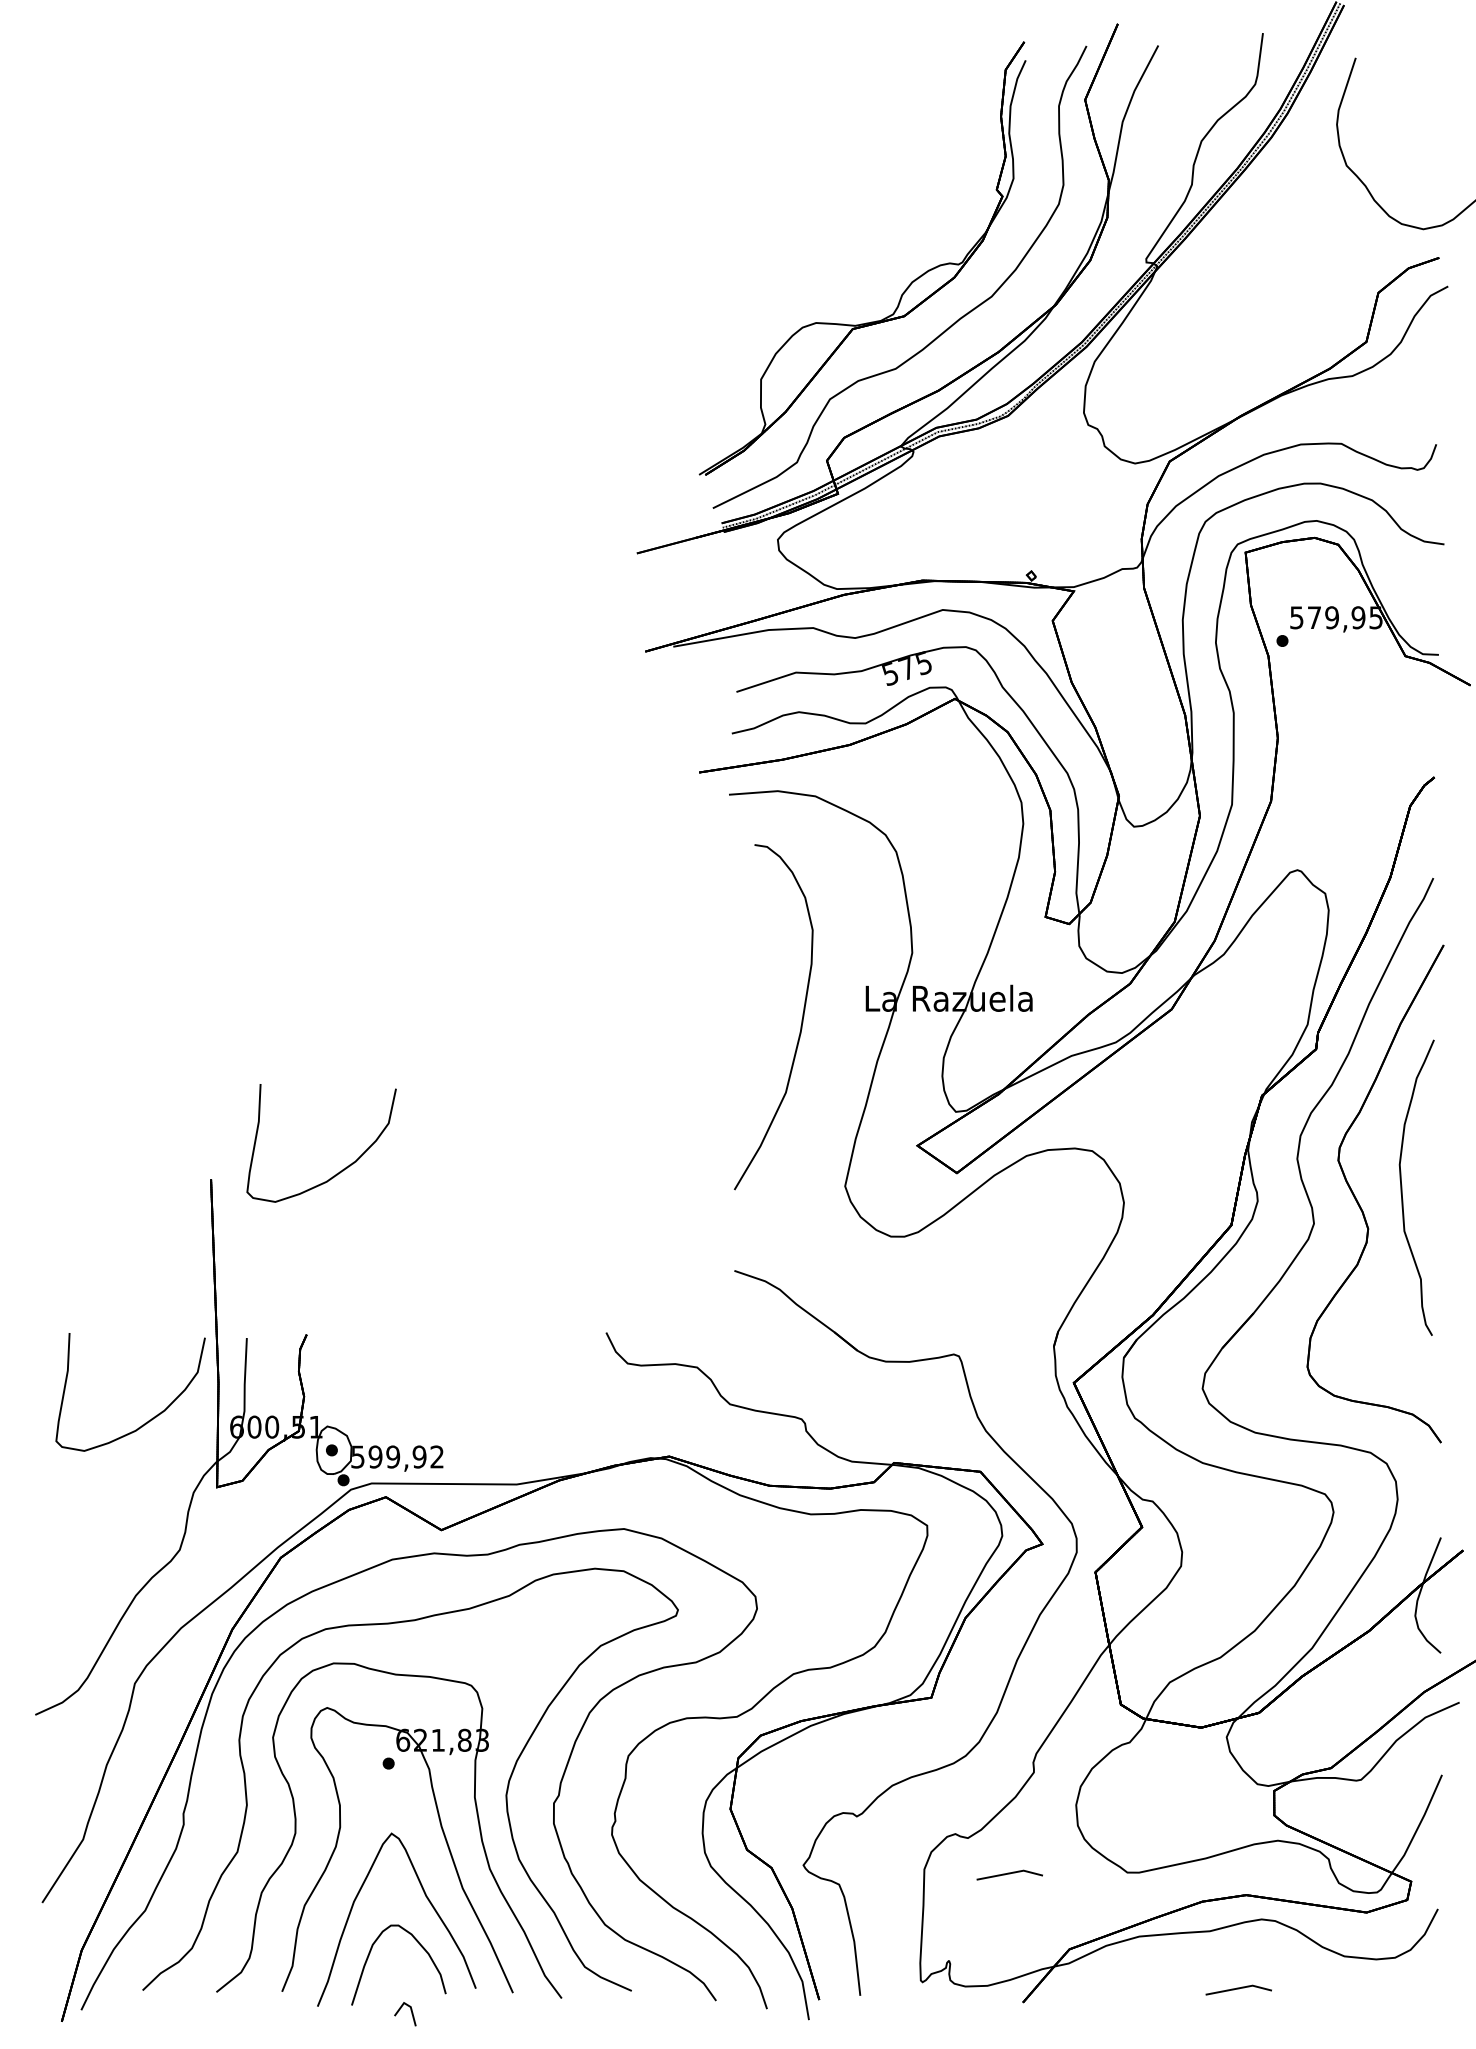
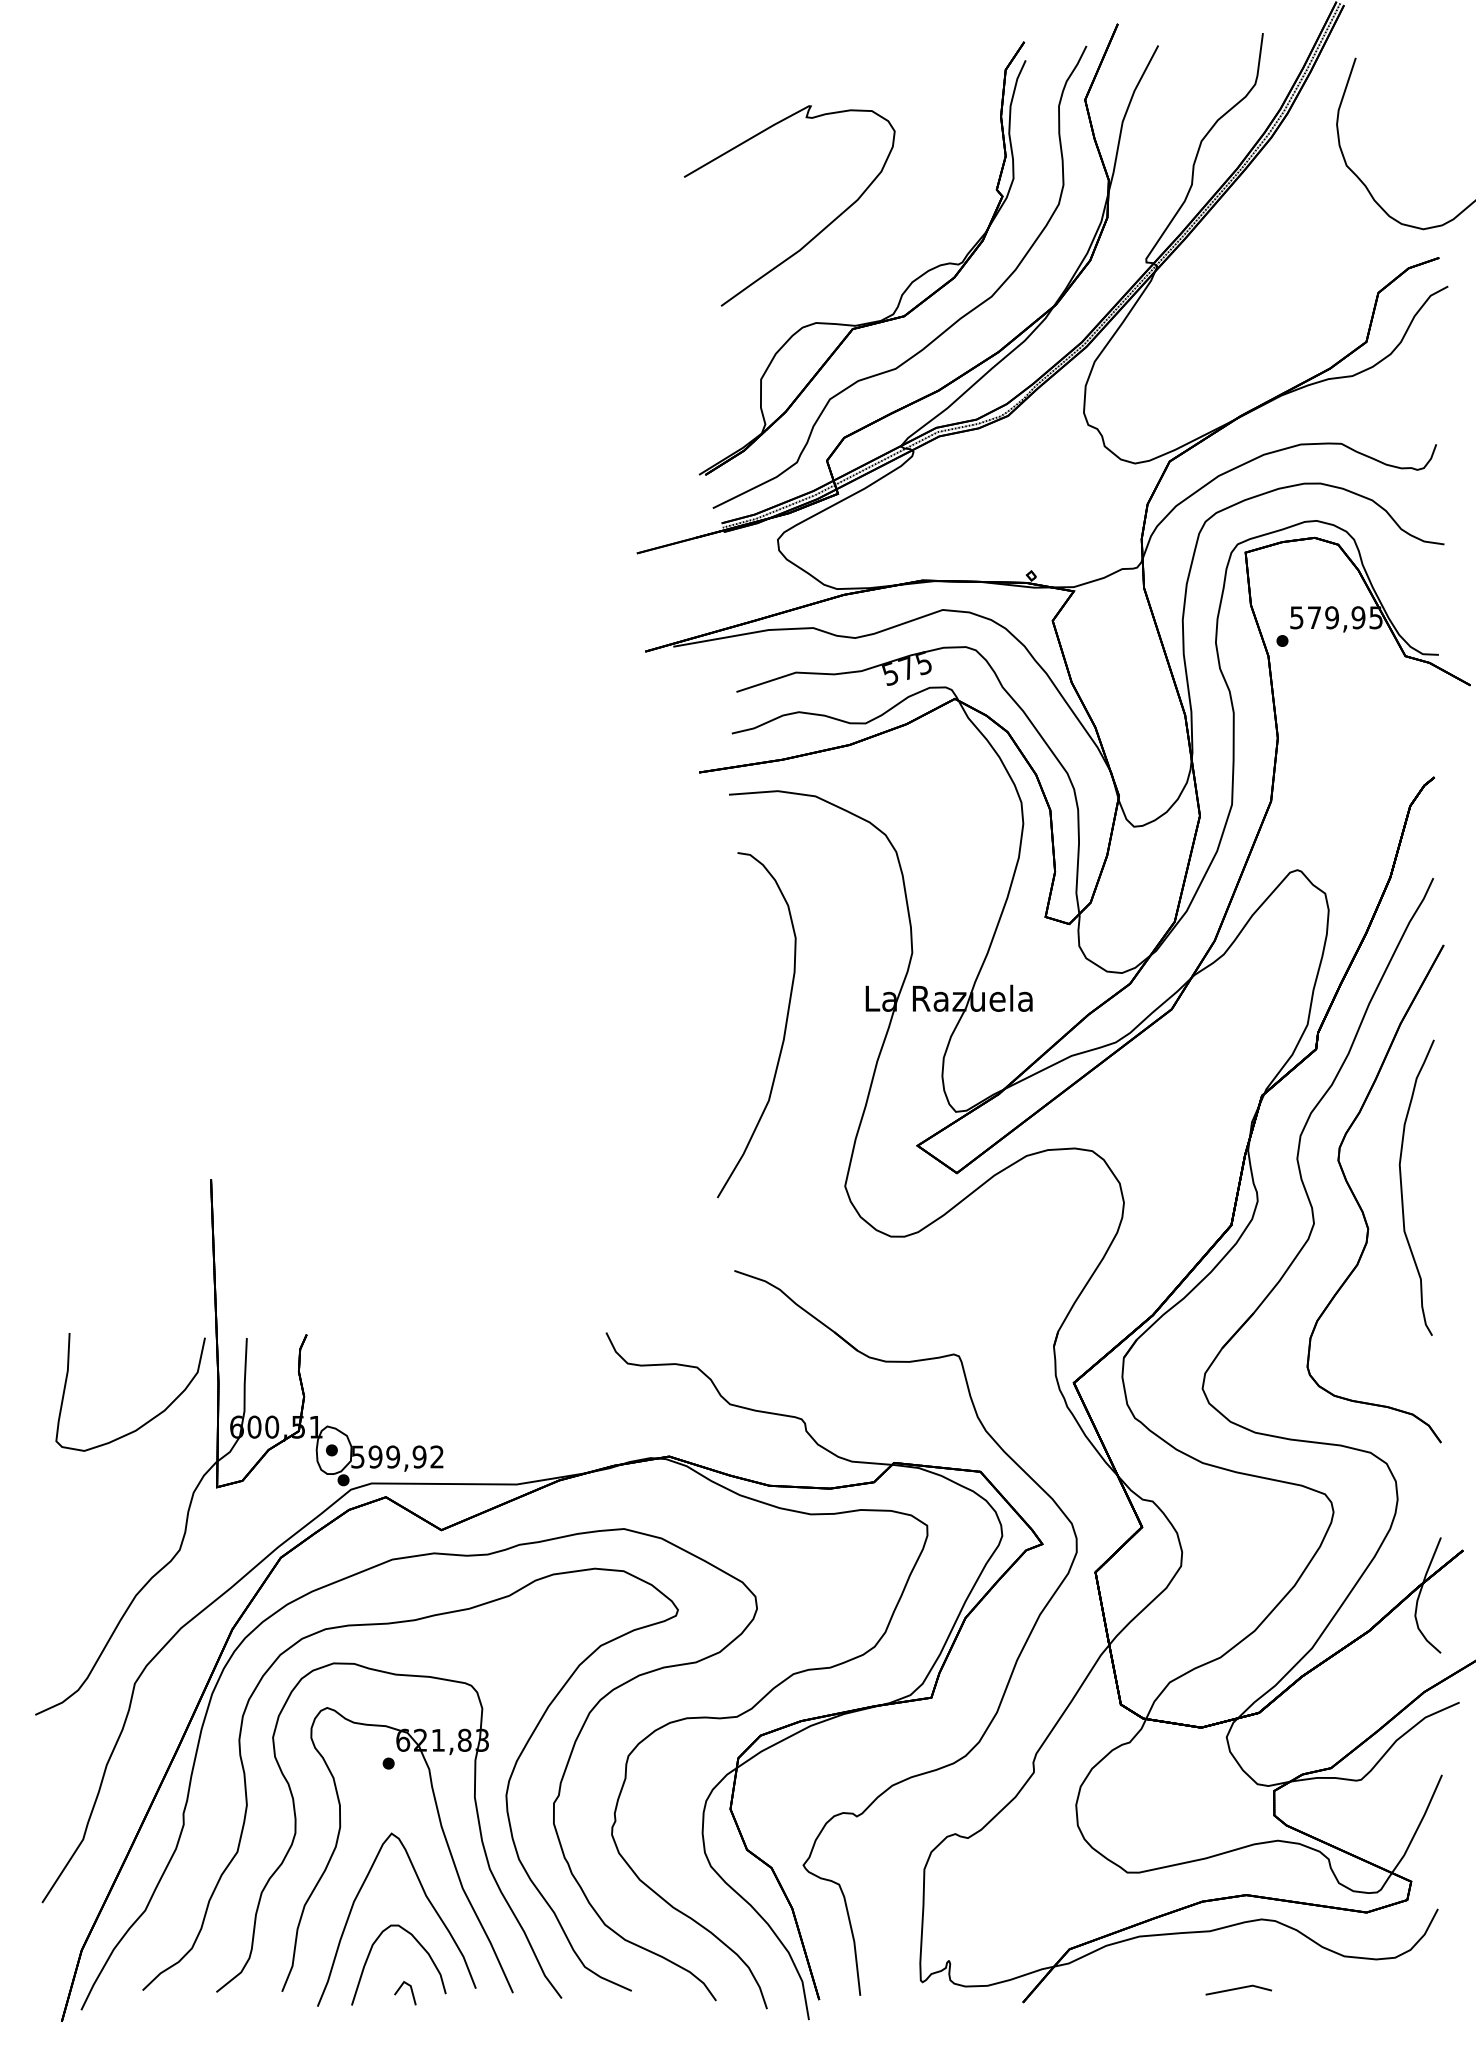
curve at (817, 233): none -> present
curve at (801, 1019) position: (801, 1019) -> (784, 1027)
curve at (339, 1171): present -> none
line at (1009, 1874): present -> none
line at (411, 2014) position: (411, 2014) -> (411, 1993)
